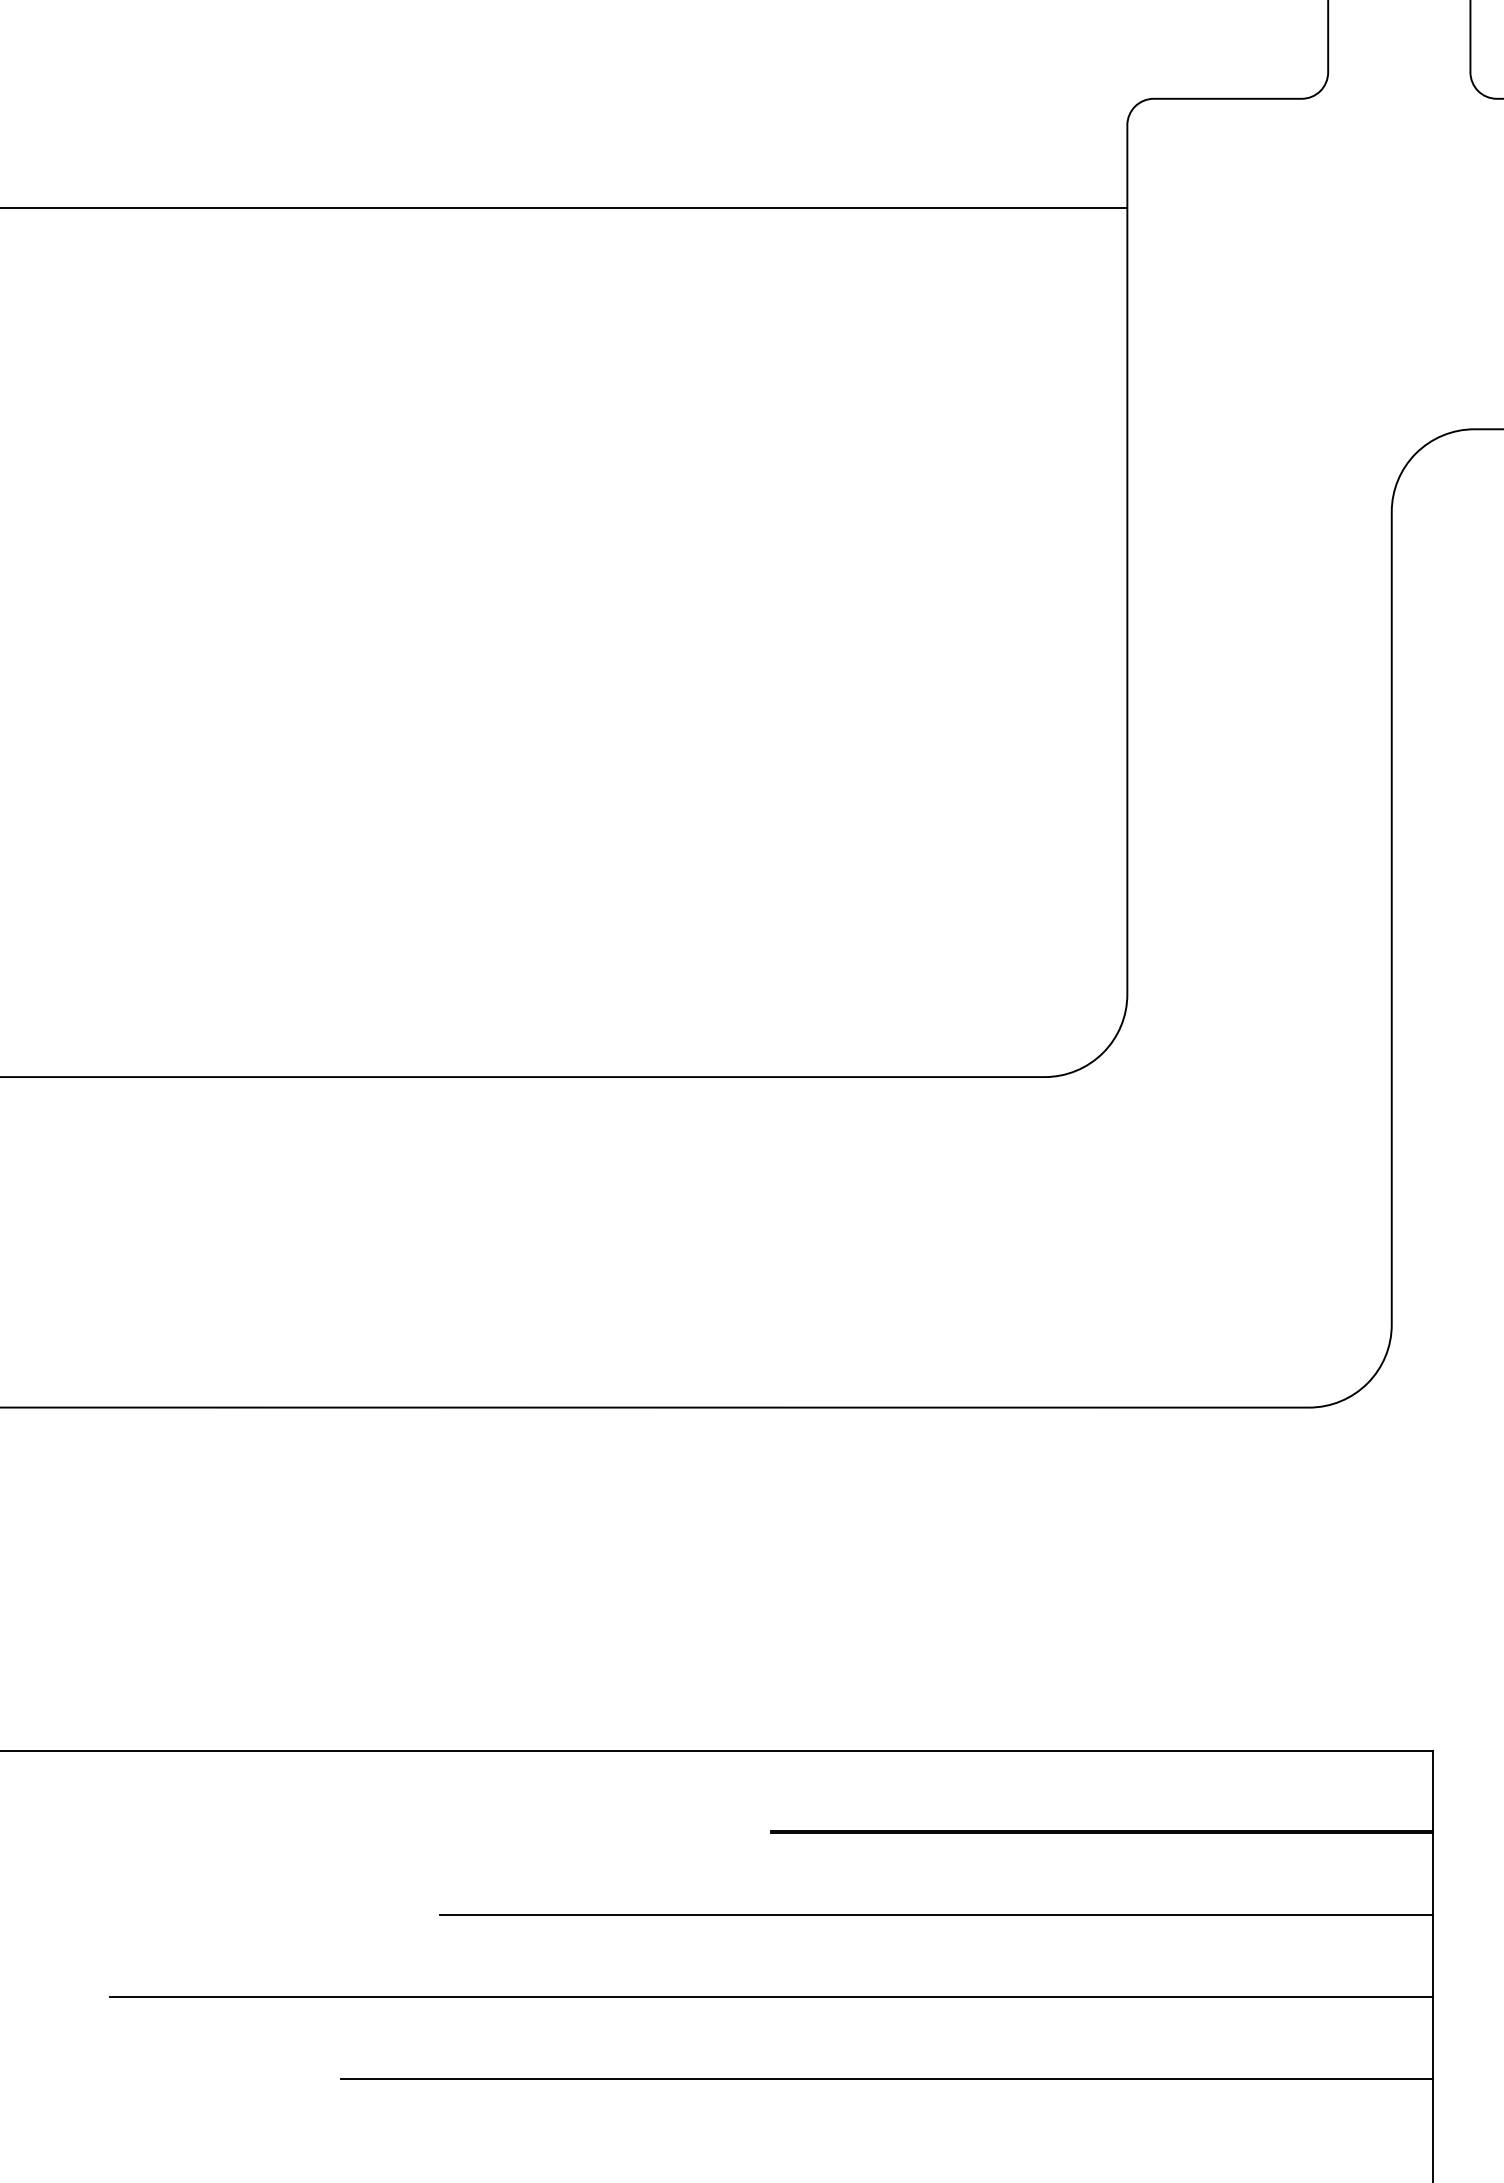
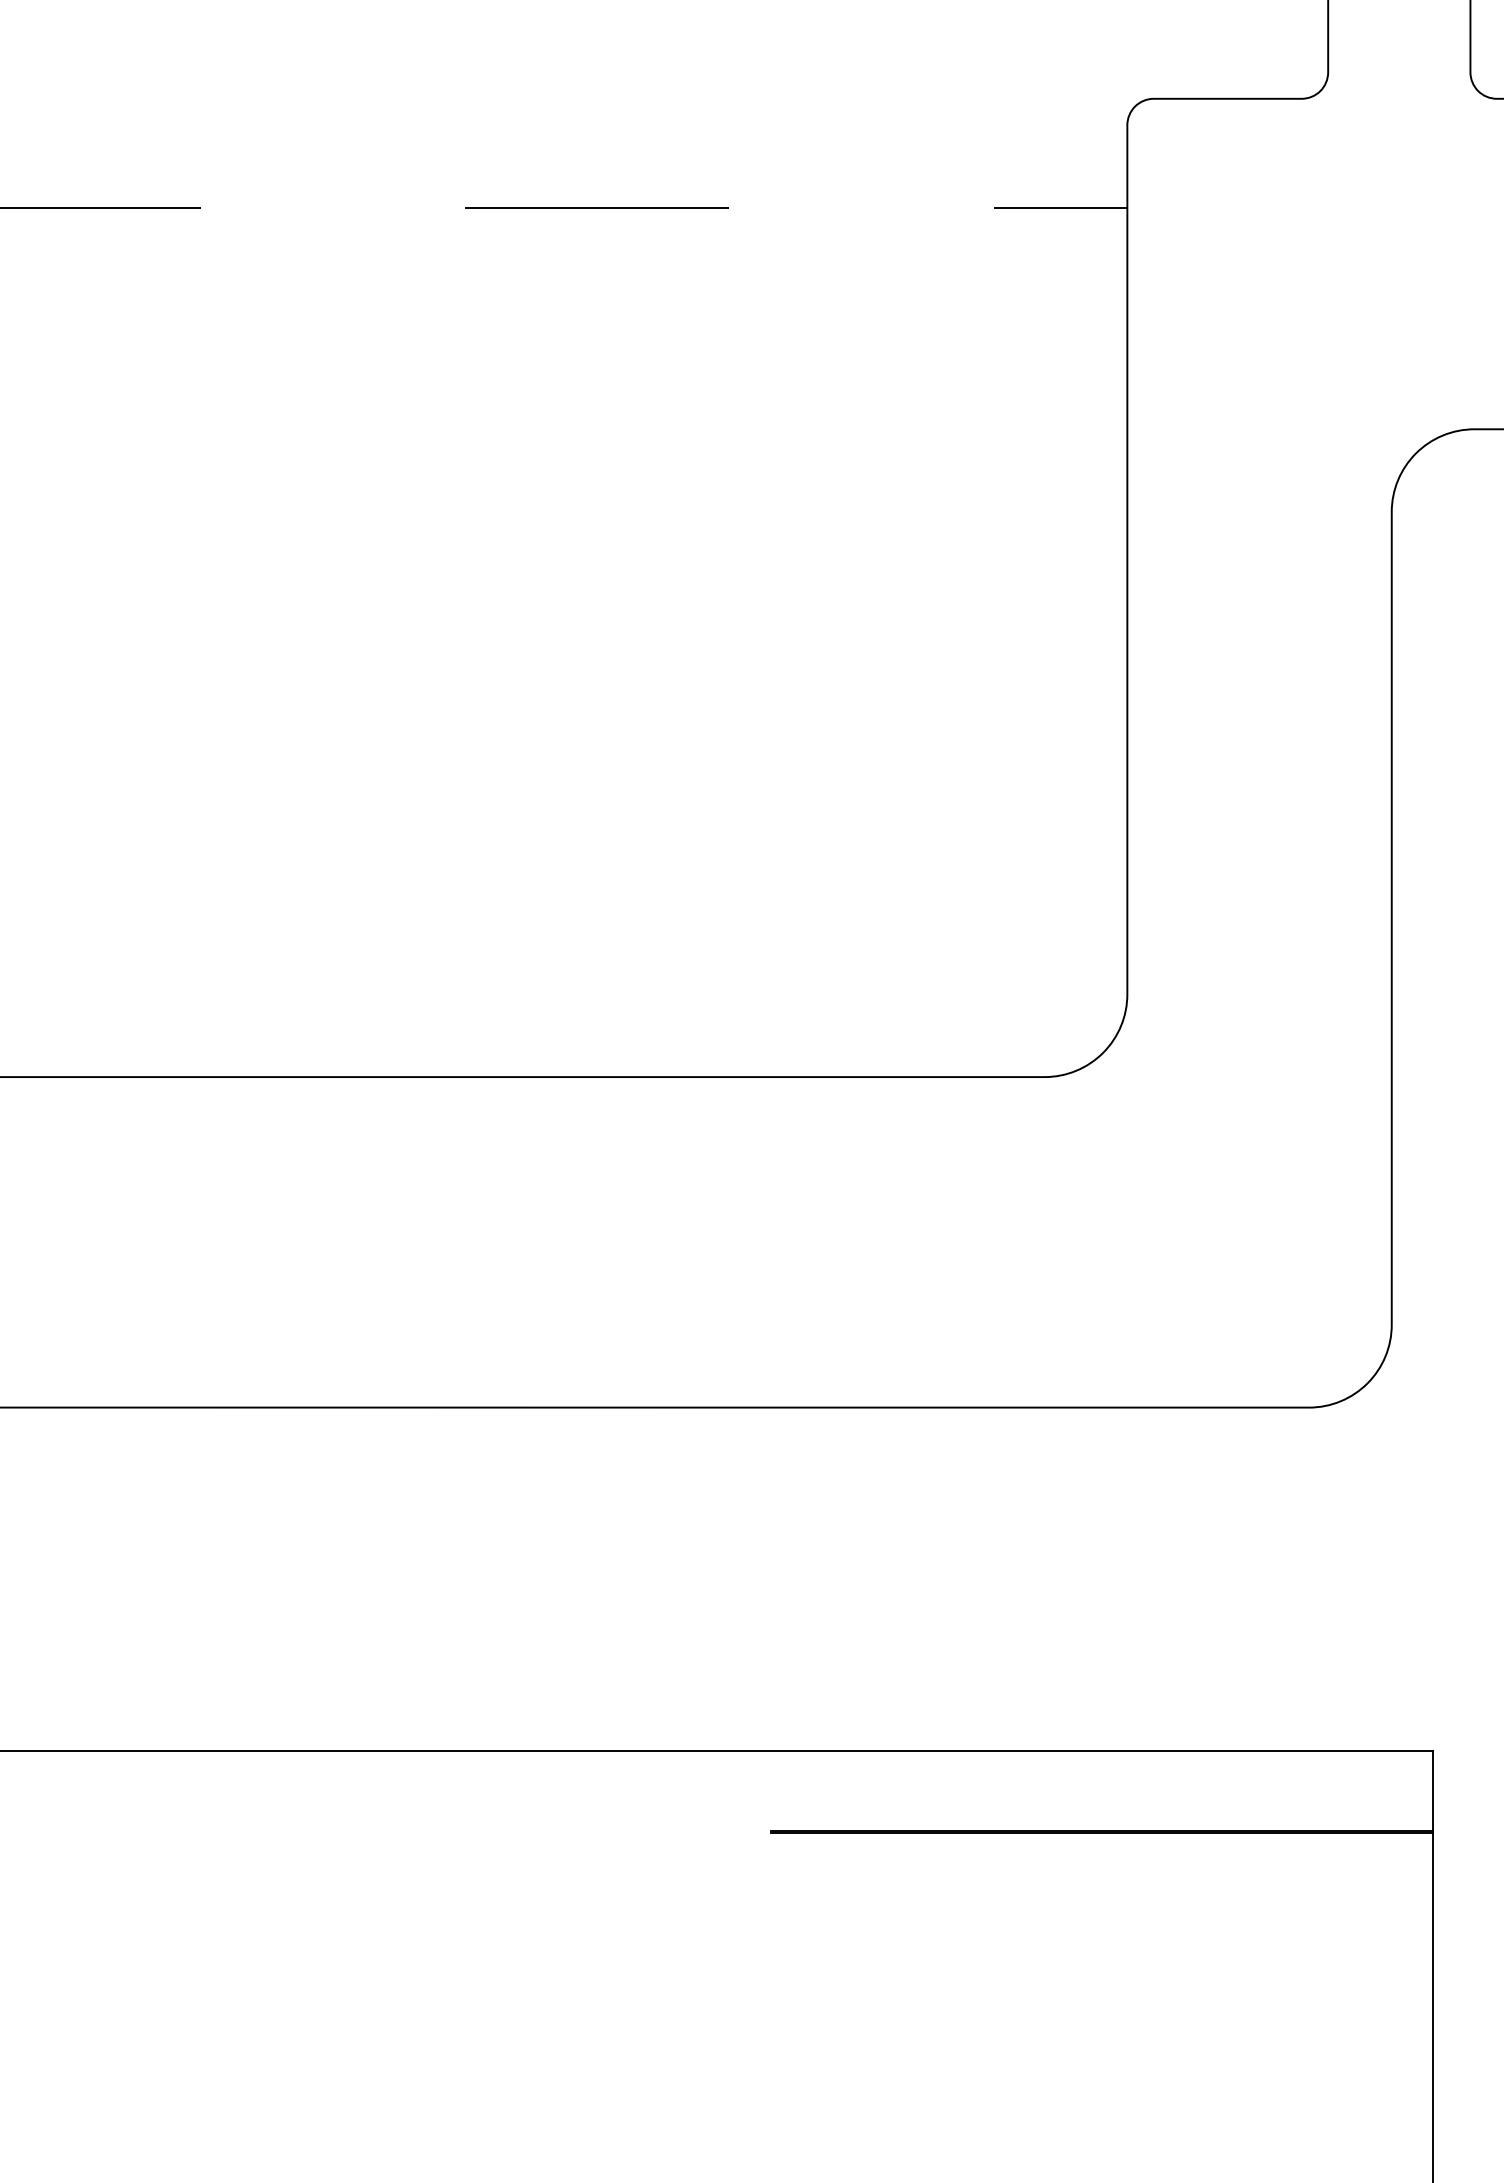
line at (564, 208): solid -> dashed
line at (936, 1915): present -> none
line at (771, 1997): present -> none
line at (887, 2079): present -> none
